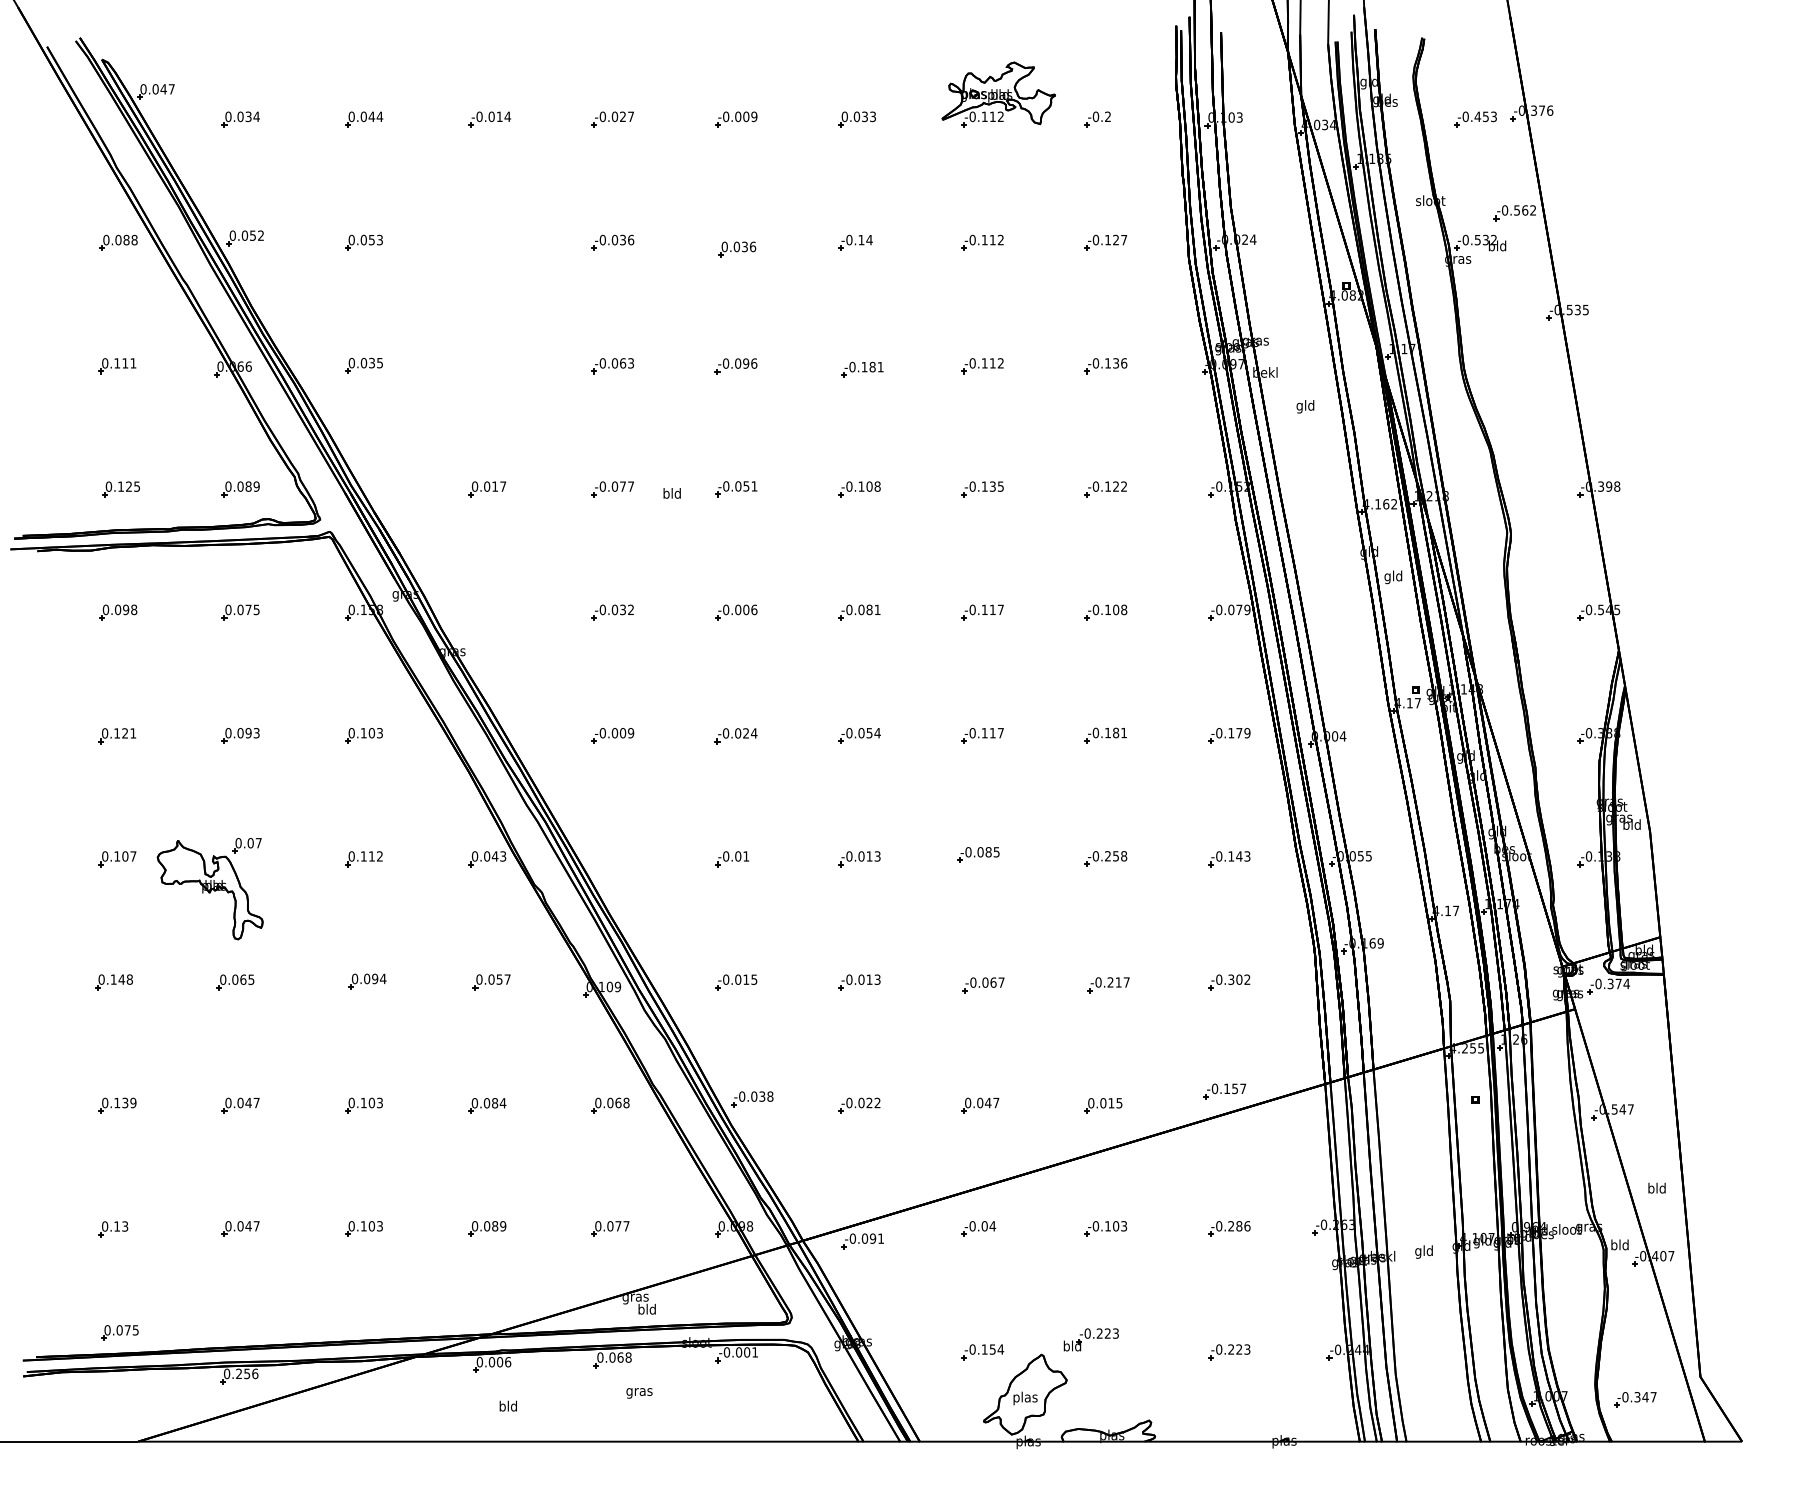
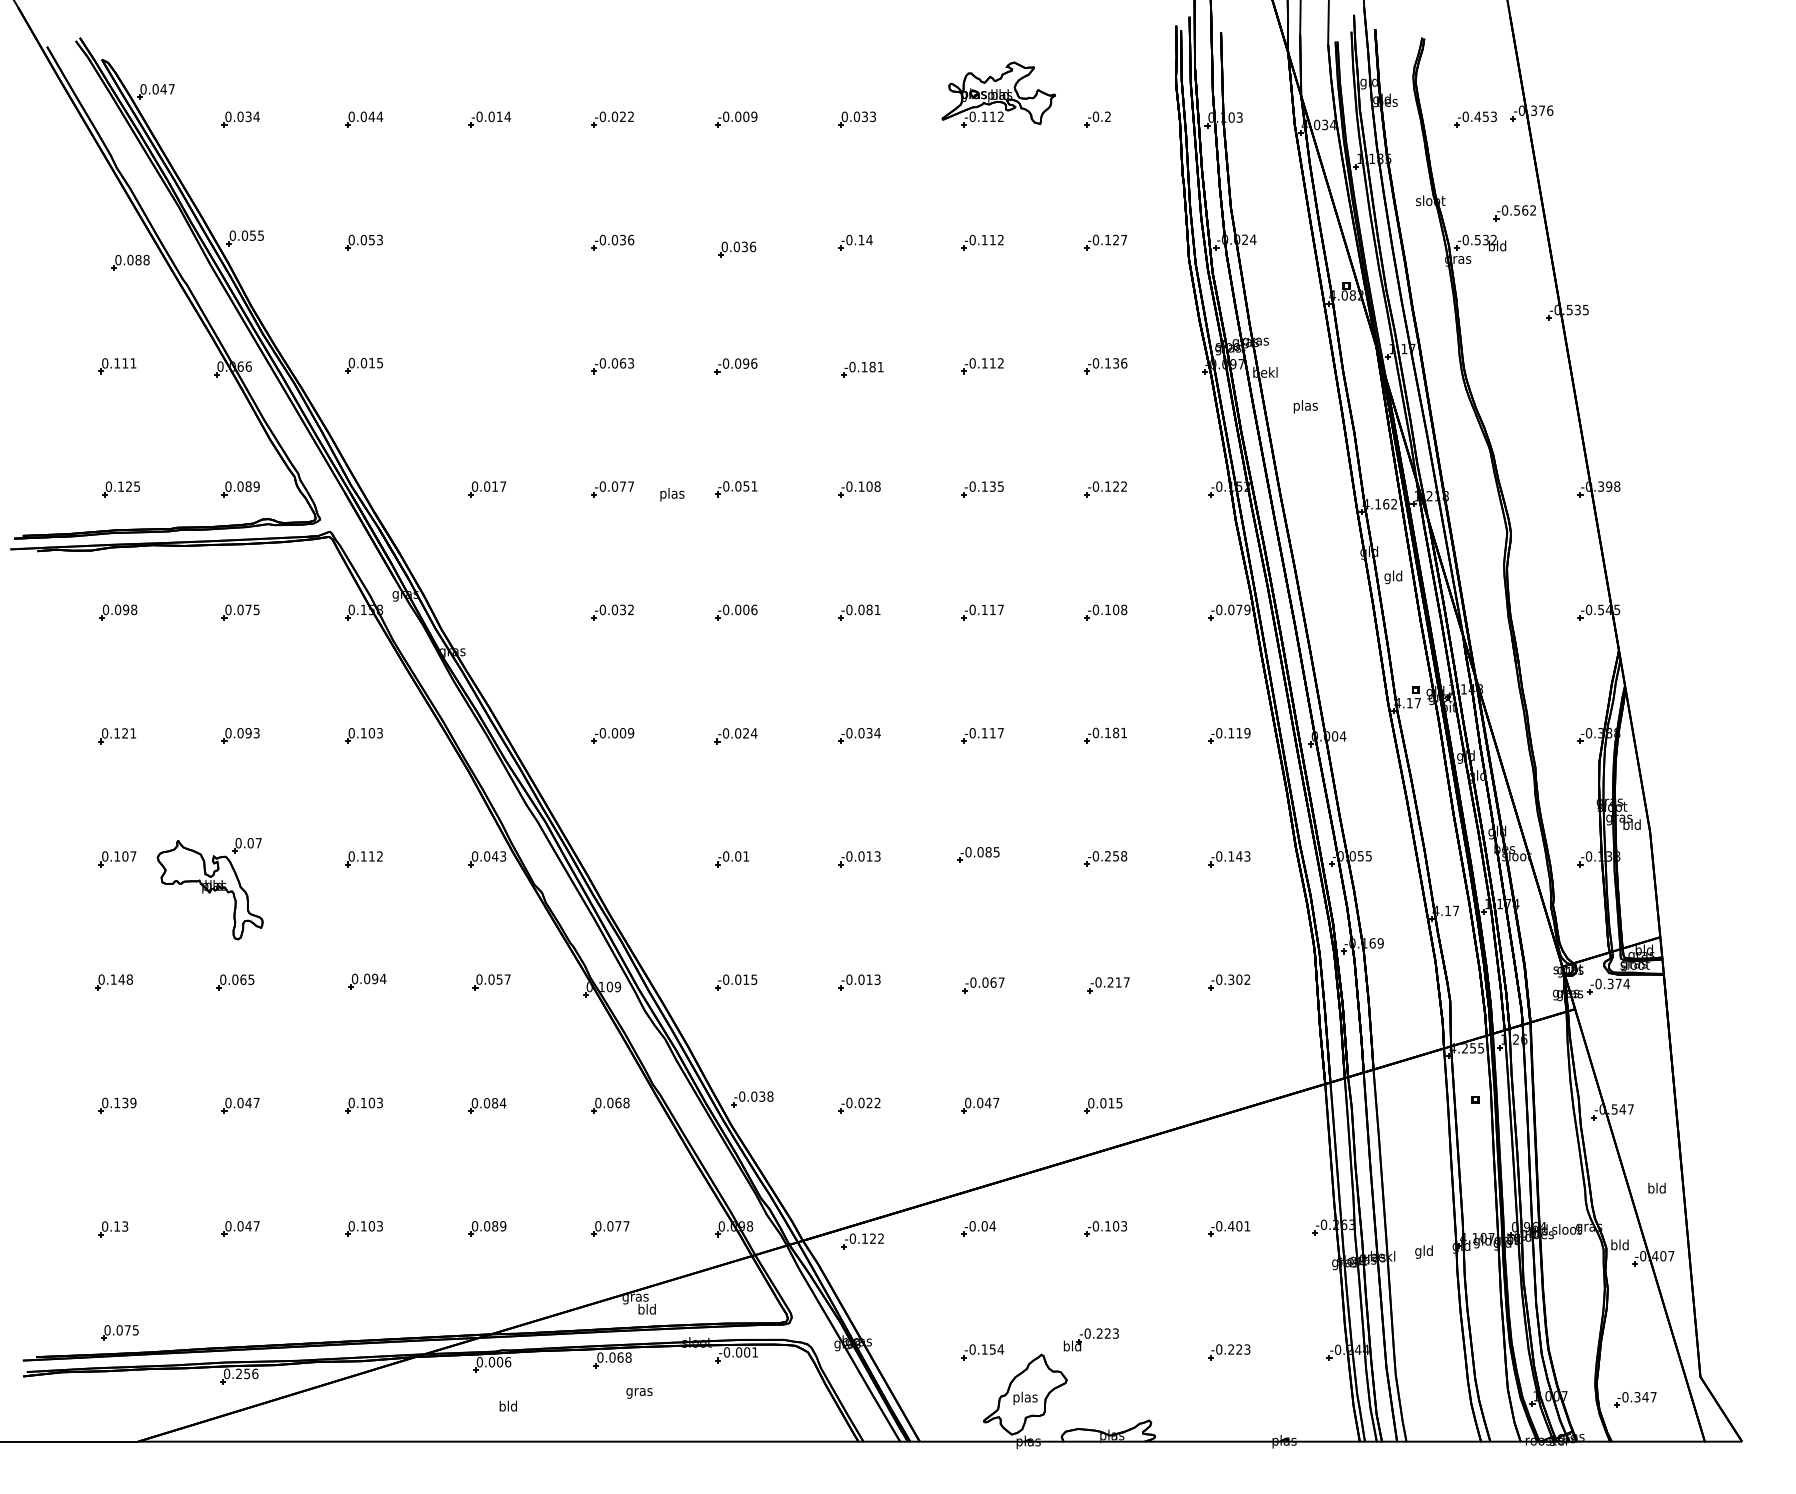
text at (630, 116): -0.027 -> -0.022
text at (260, 235): 0.052 -> 0.055
part at (118, 242) position: (118, 242) -> (130, 262)
text at (371, 362): 0.035 -> 0.015
text at (1305, 406): gld -> plas
text at (672, 494): bld -> plas
text at (869, 732): -0.054 -> -0.034
text at (1239, 733): -0.179 -> -0.119
part at (1224, 1091): present -> none
text at (1239, 1226): -0.286 -> -0.401
text at (872, 1238): -0.091 -> -0.122
